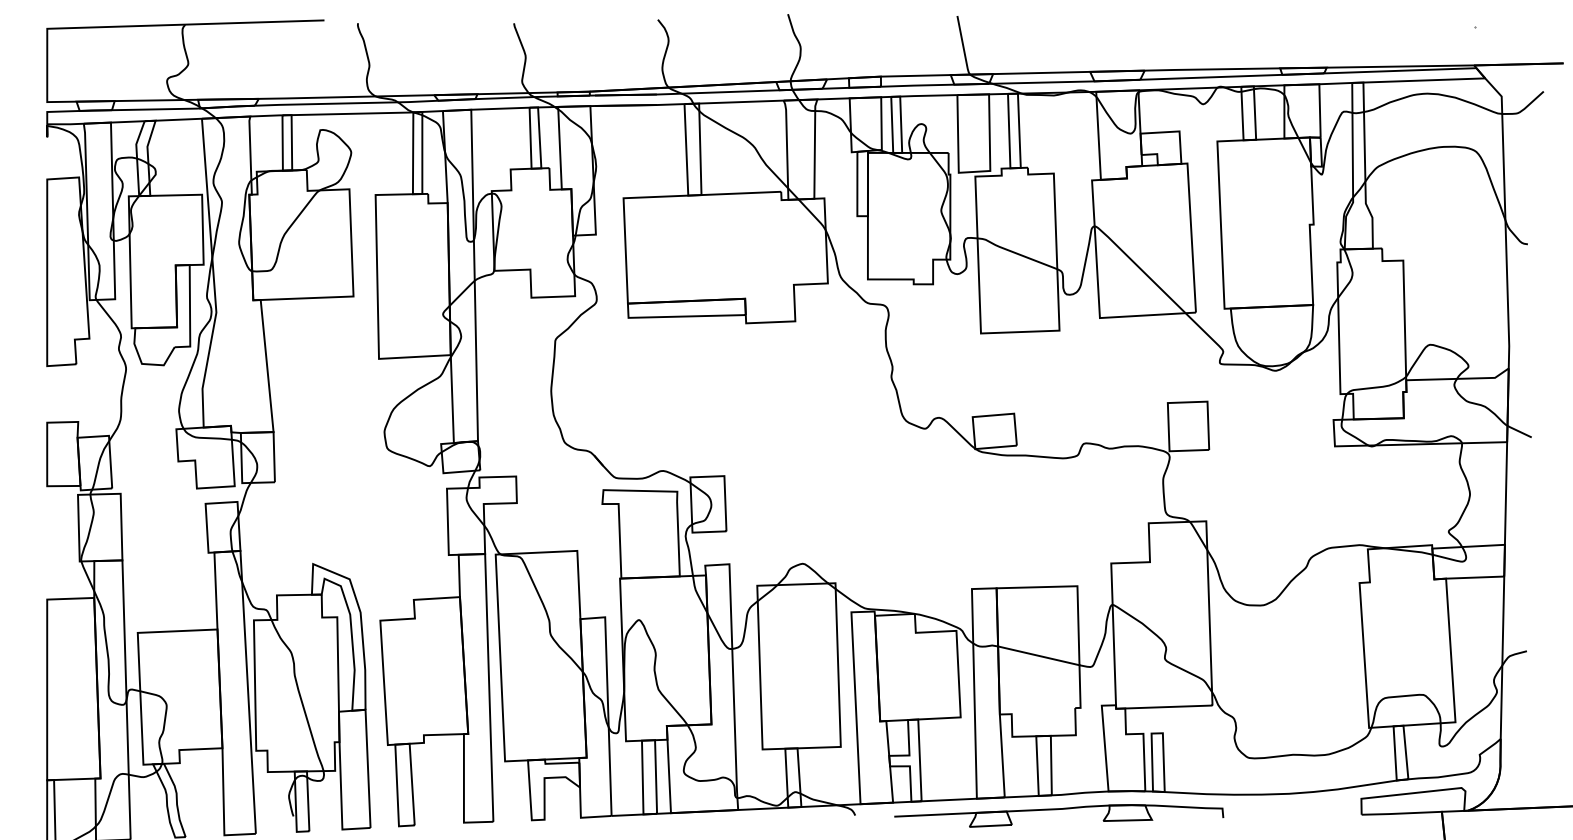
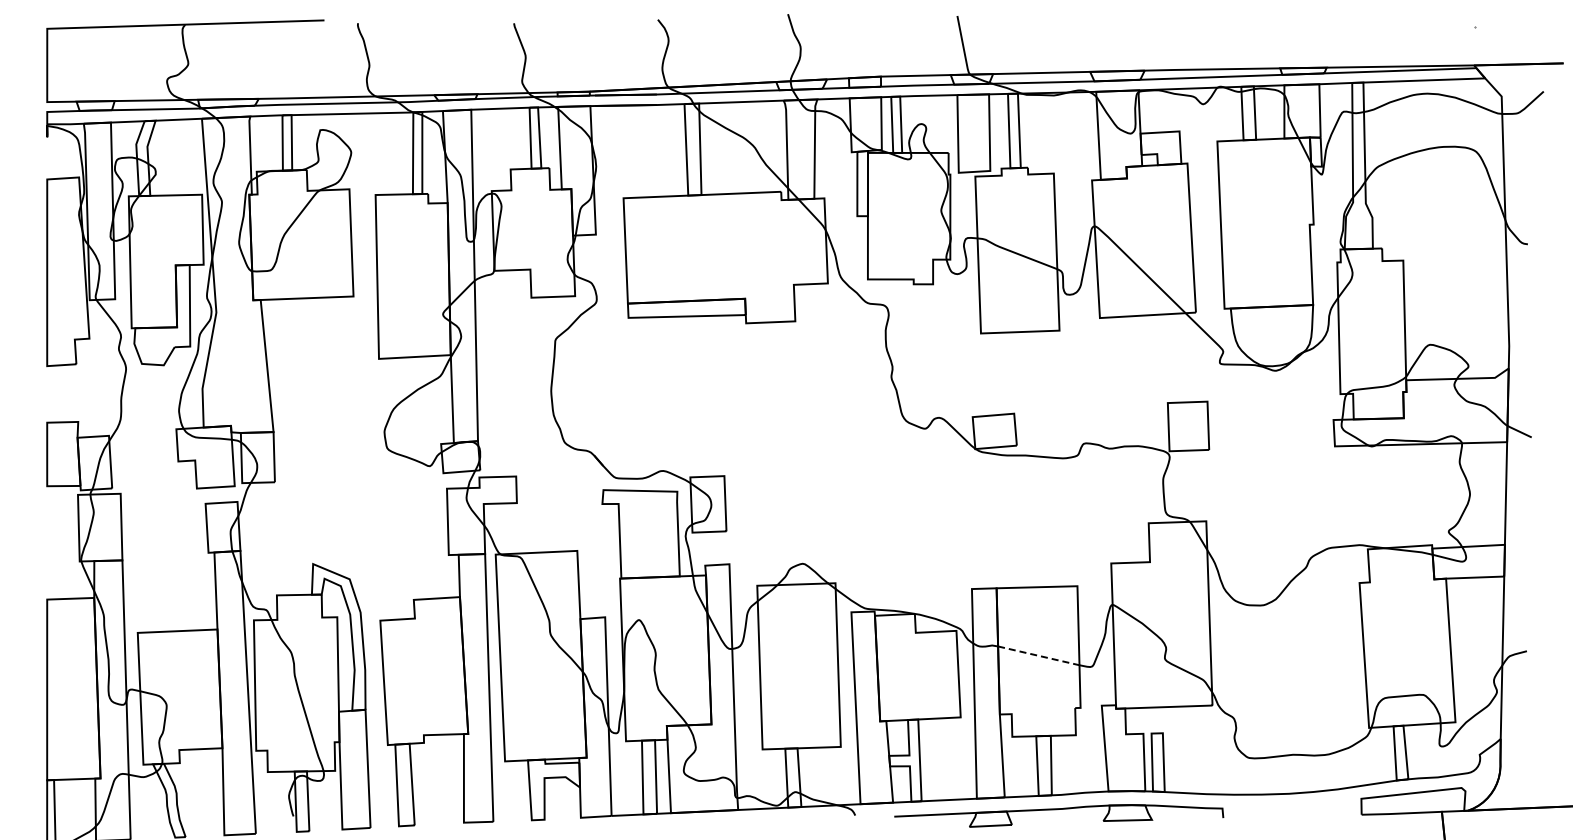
line at (1038, 655): solid -> dashed
